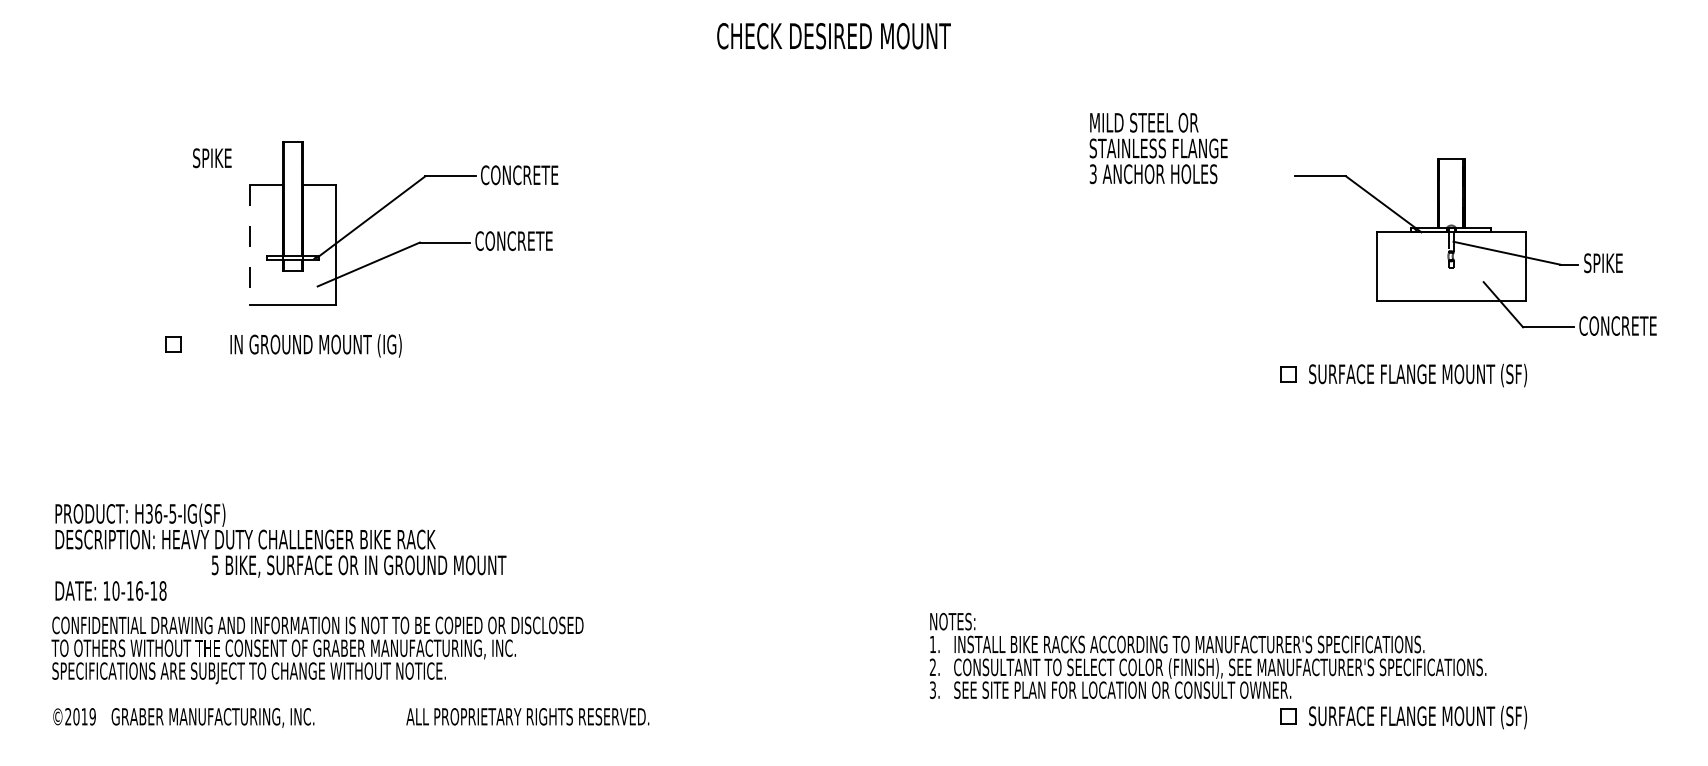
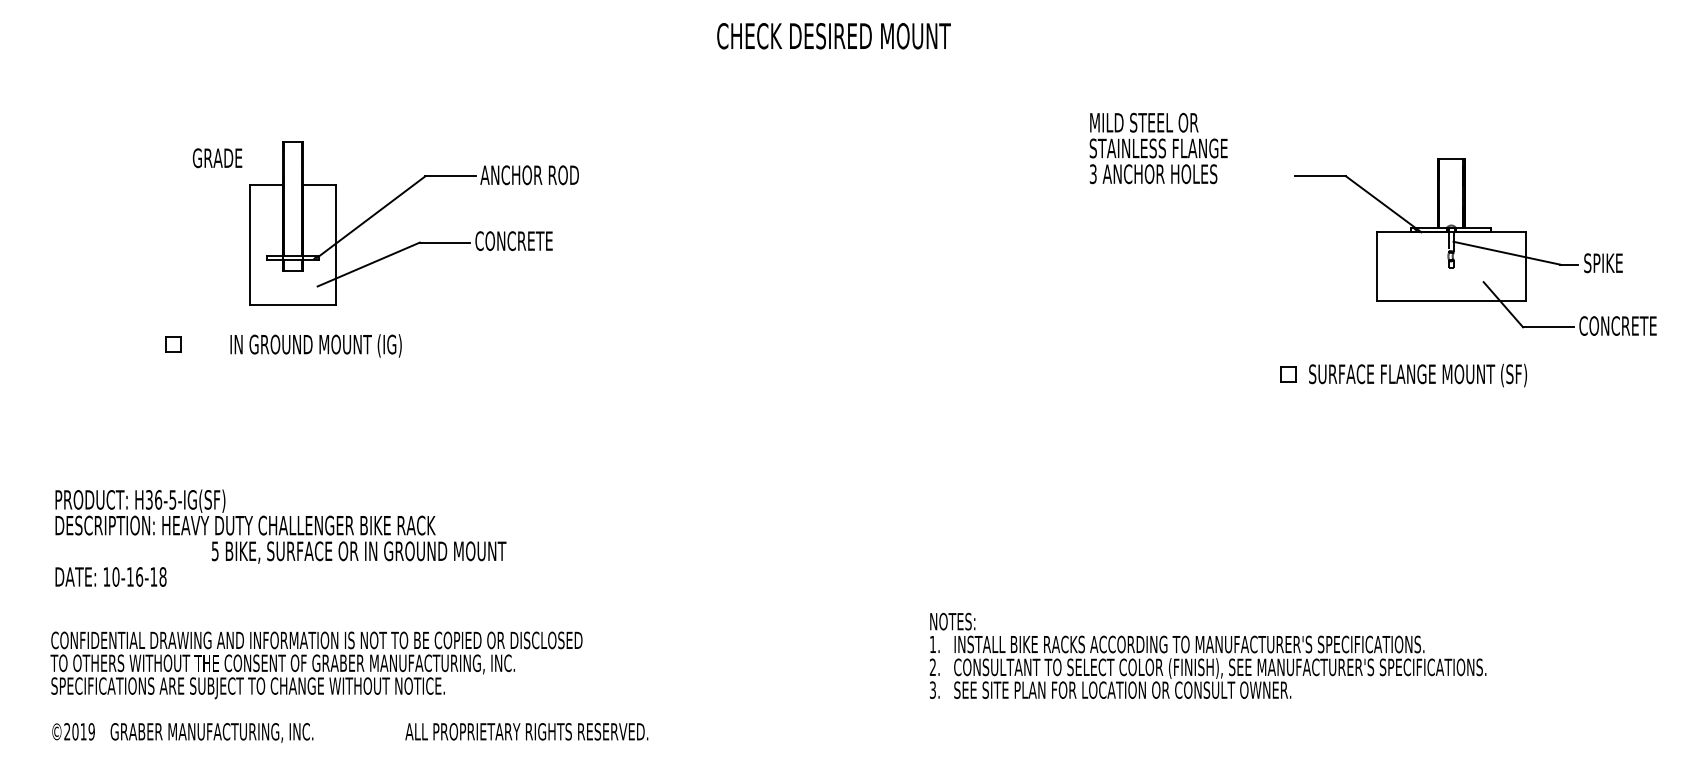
text at (217, 158): SPIKE -> GRADE
text at (529, 175): CONCRETE -> ANCHOR ROD
line at (250, 245): dashed -> solid
text at (280, 551) position: (280, 551) -> (280, 537)
text at (350, 671) position: (350, 671) -> (349, 686)
part at (1403, 717): present -> none
